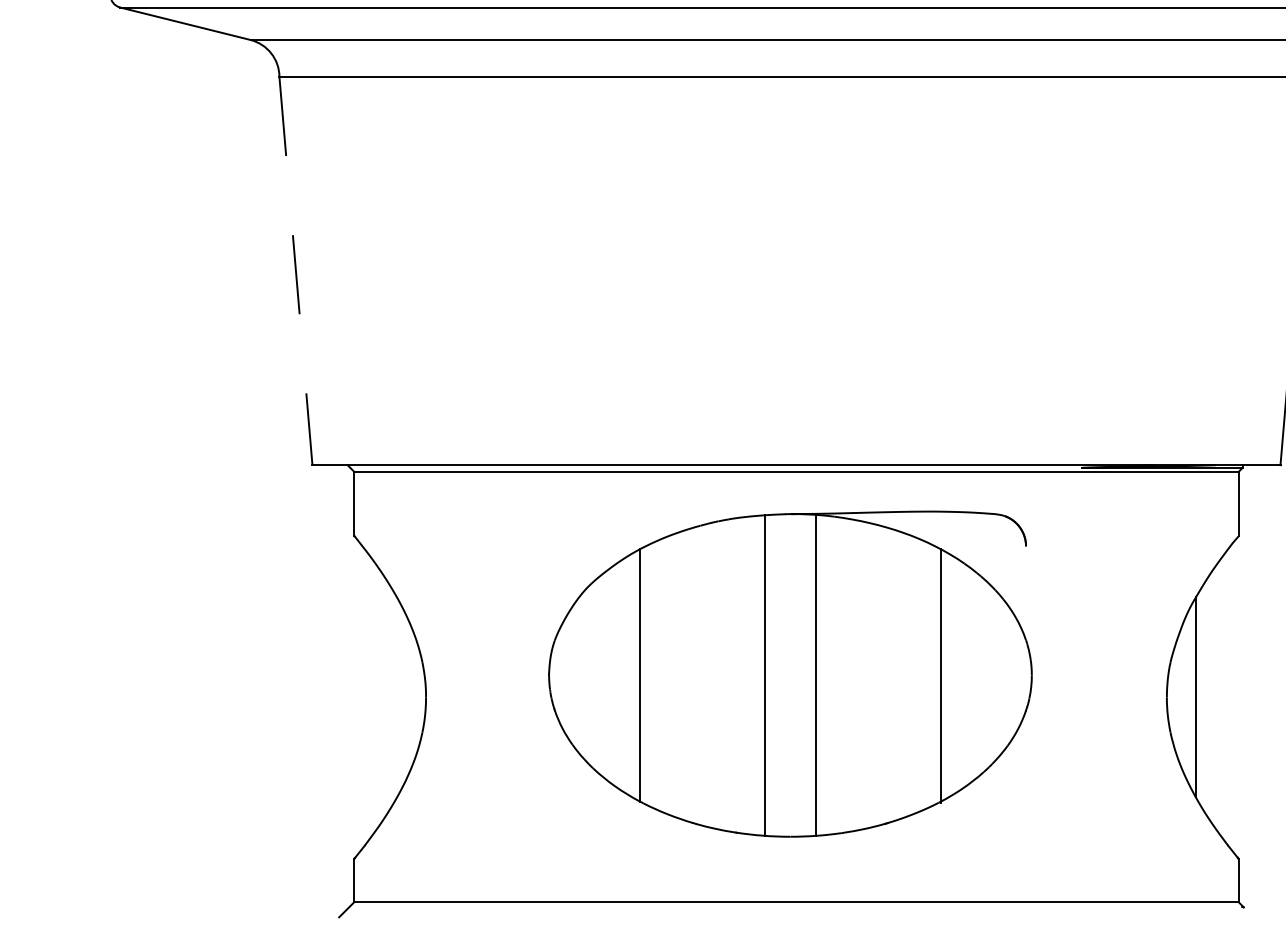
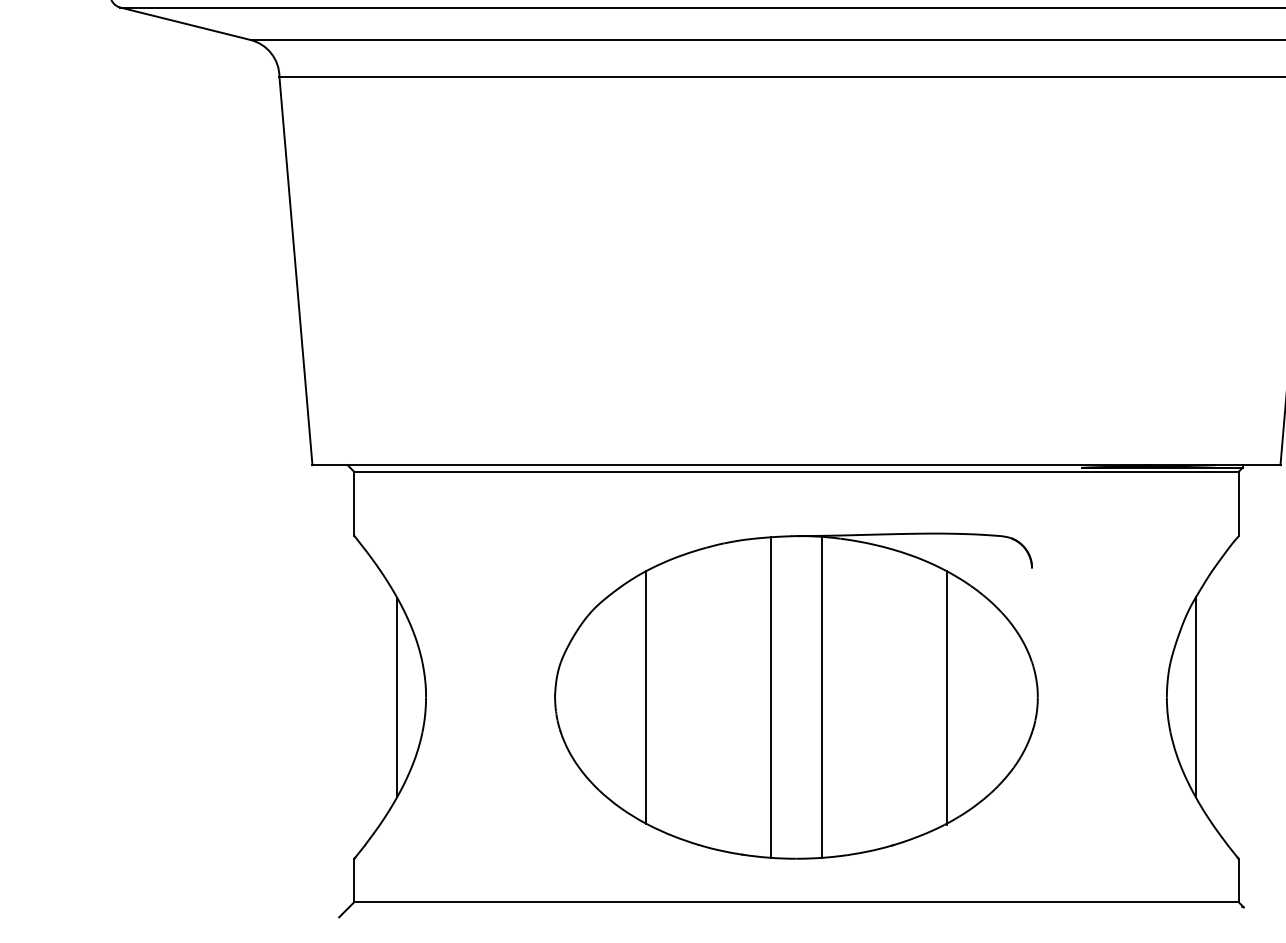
line at (295, 271): dashed -> solid
part at (790, 673) position: (790, 673) -> (796, 695)
line at (397, 697): none -> present
